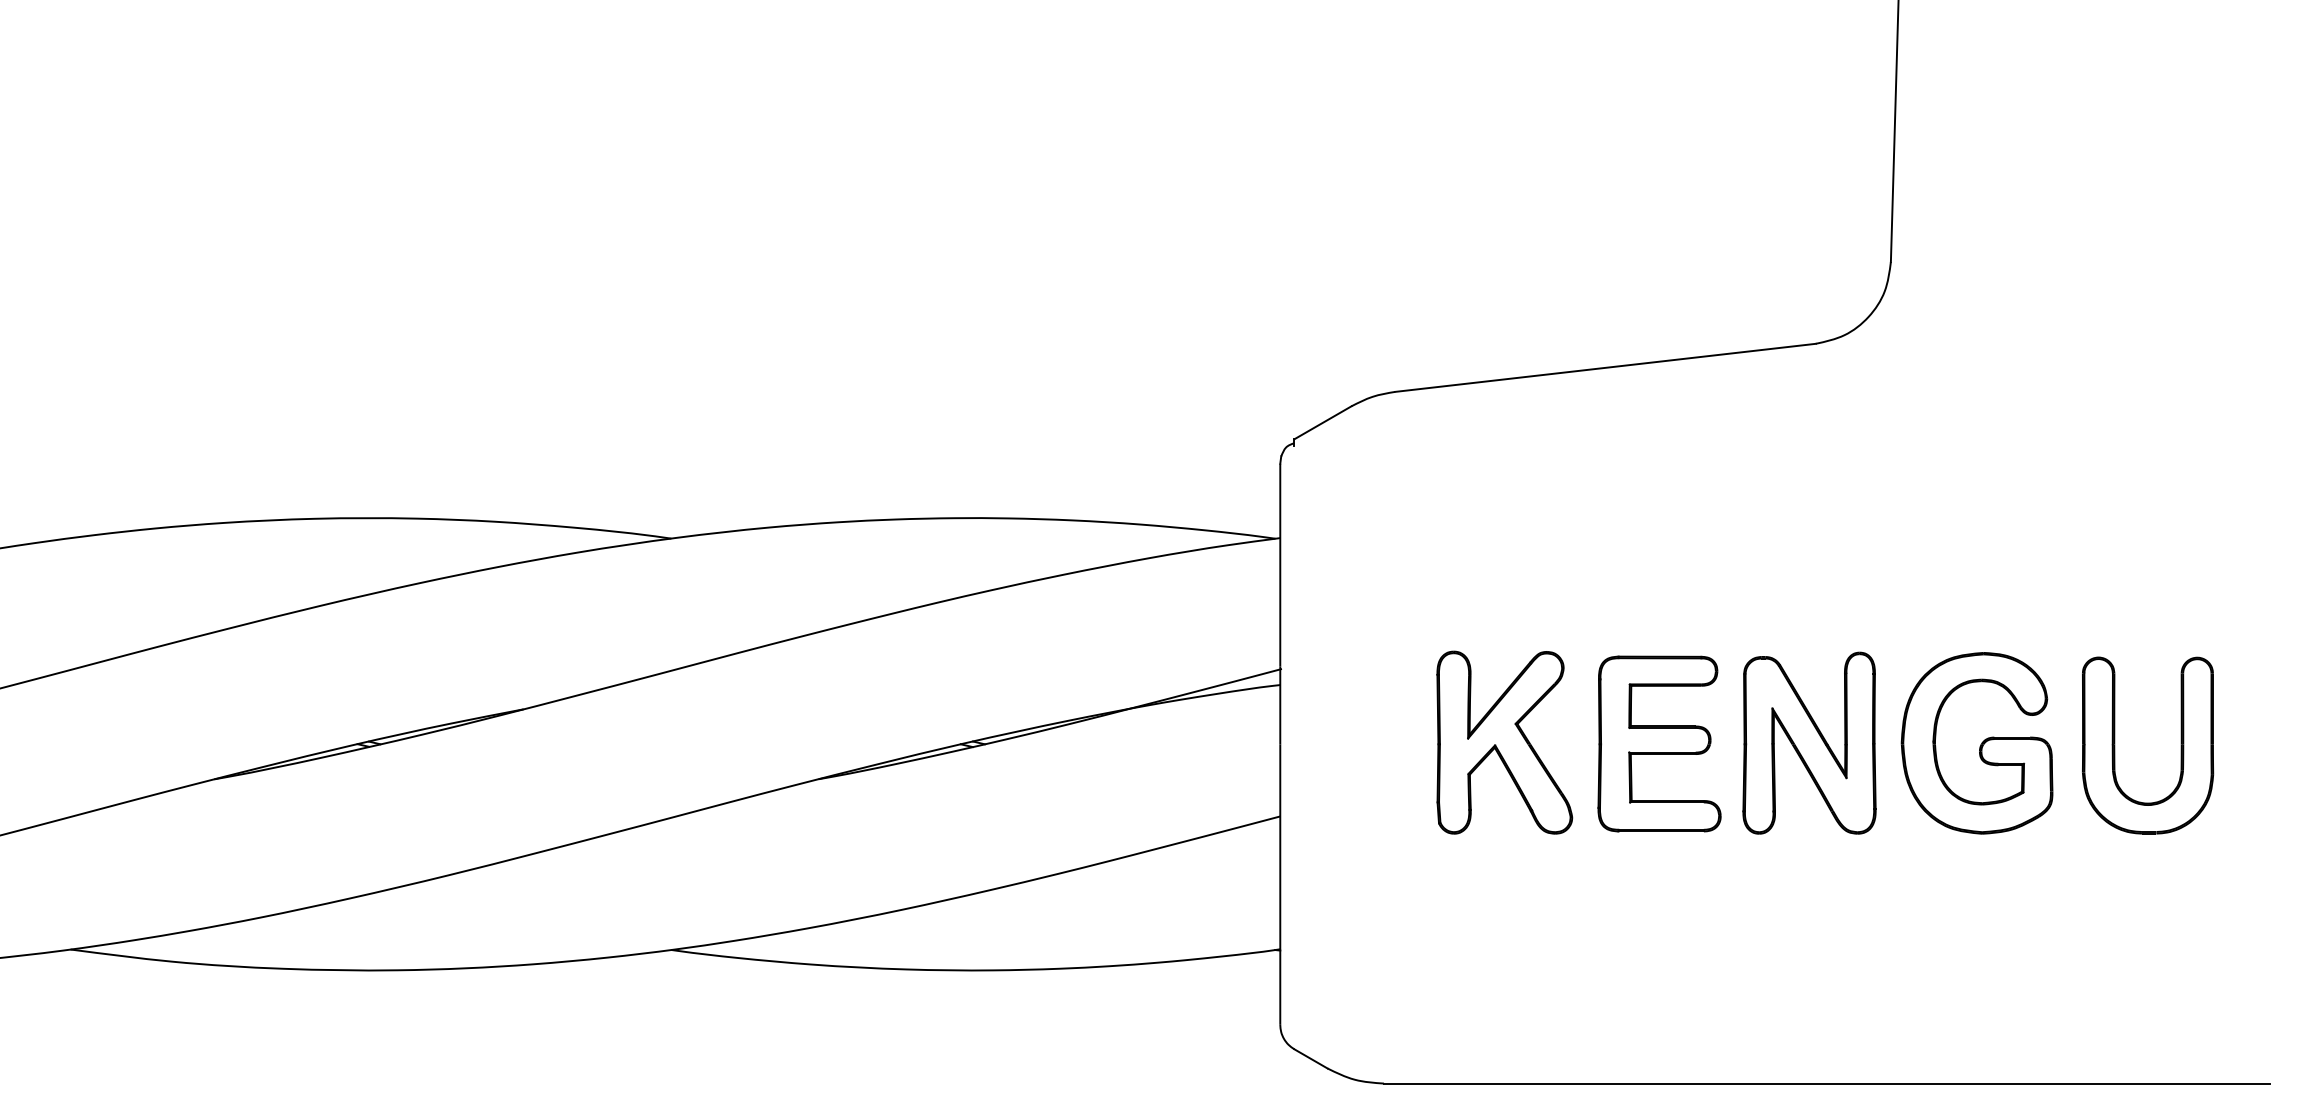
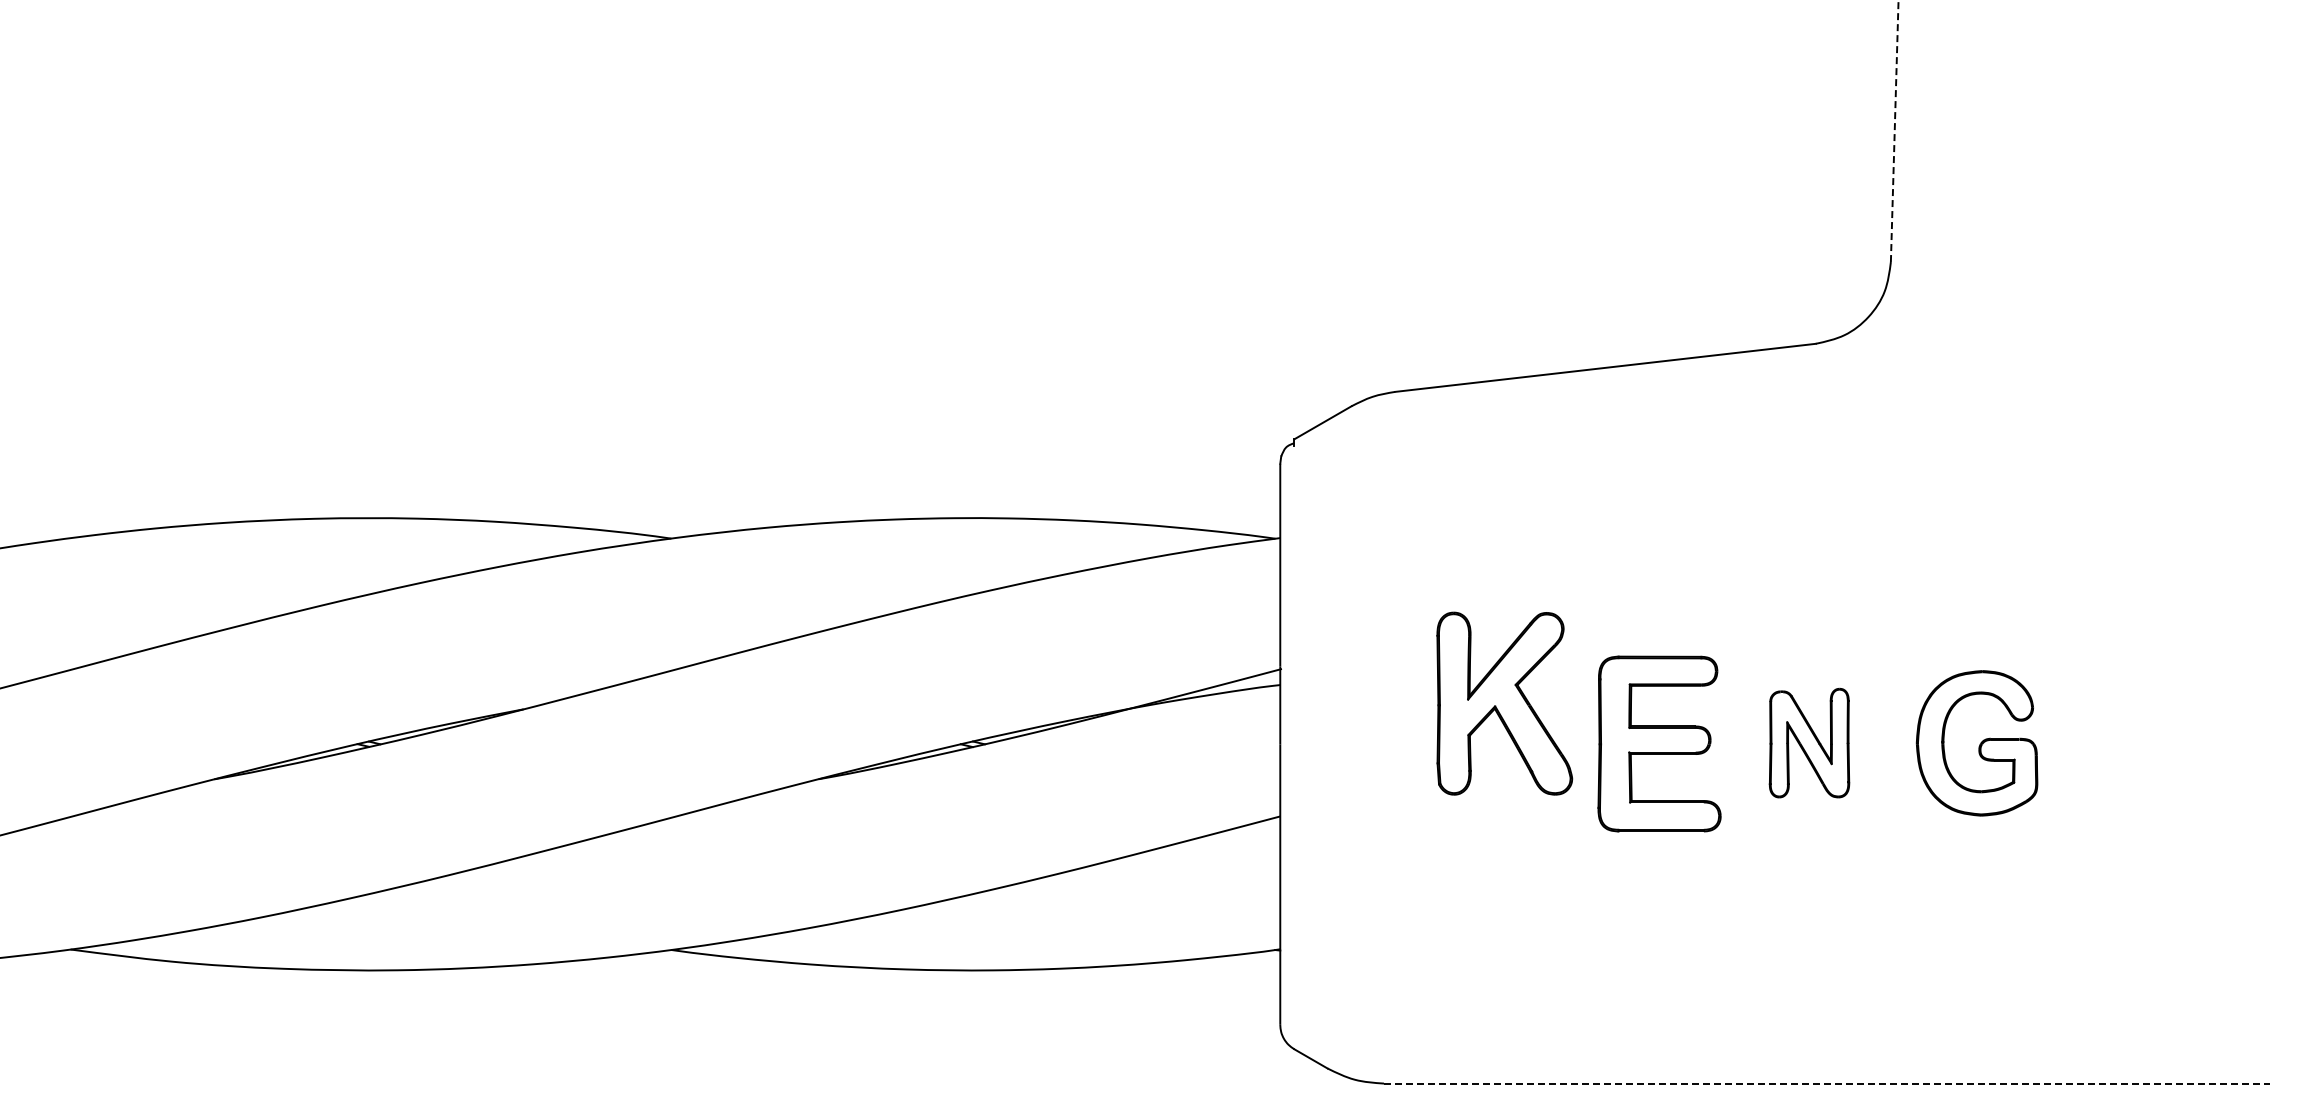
line at (1894, 131): solid -> dashed
part at (1504, 742) position: (1504, 742) -> (1504, 703)
part at (1809, 742) size: 135x184 px -> 83x112 px
part at (1976, 743) size: 154x183 px -> 124x147 px
part at (2180, 745): present -> none
line at (1826, 1083): solid -> dashed
